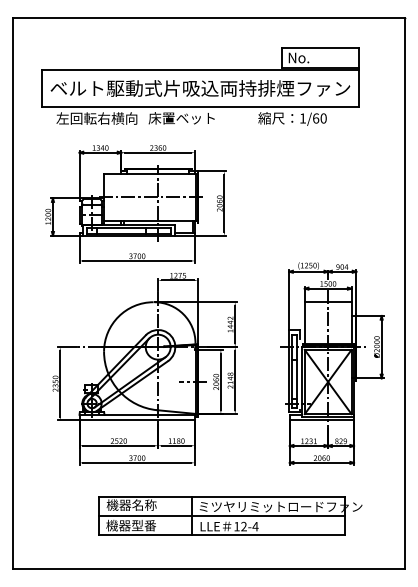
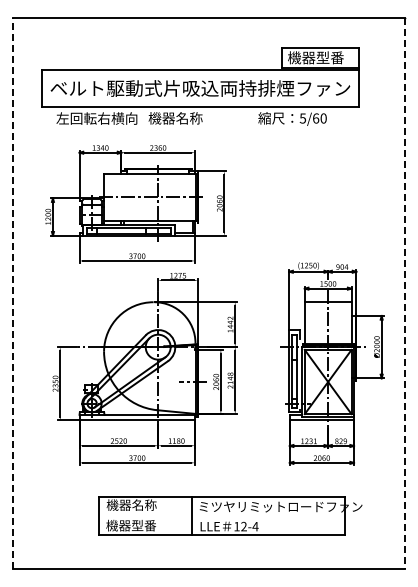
text at (315, 57): No. -> 機器型番
text at (181, 118): 床置ベット -> 機器名称
text at (302, 118): 1/60 -> 5/60
line at (12, 293): solid -> dashed
line at (405, 293): solid -> dashed
line at (221, 515): present -> none
